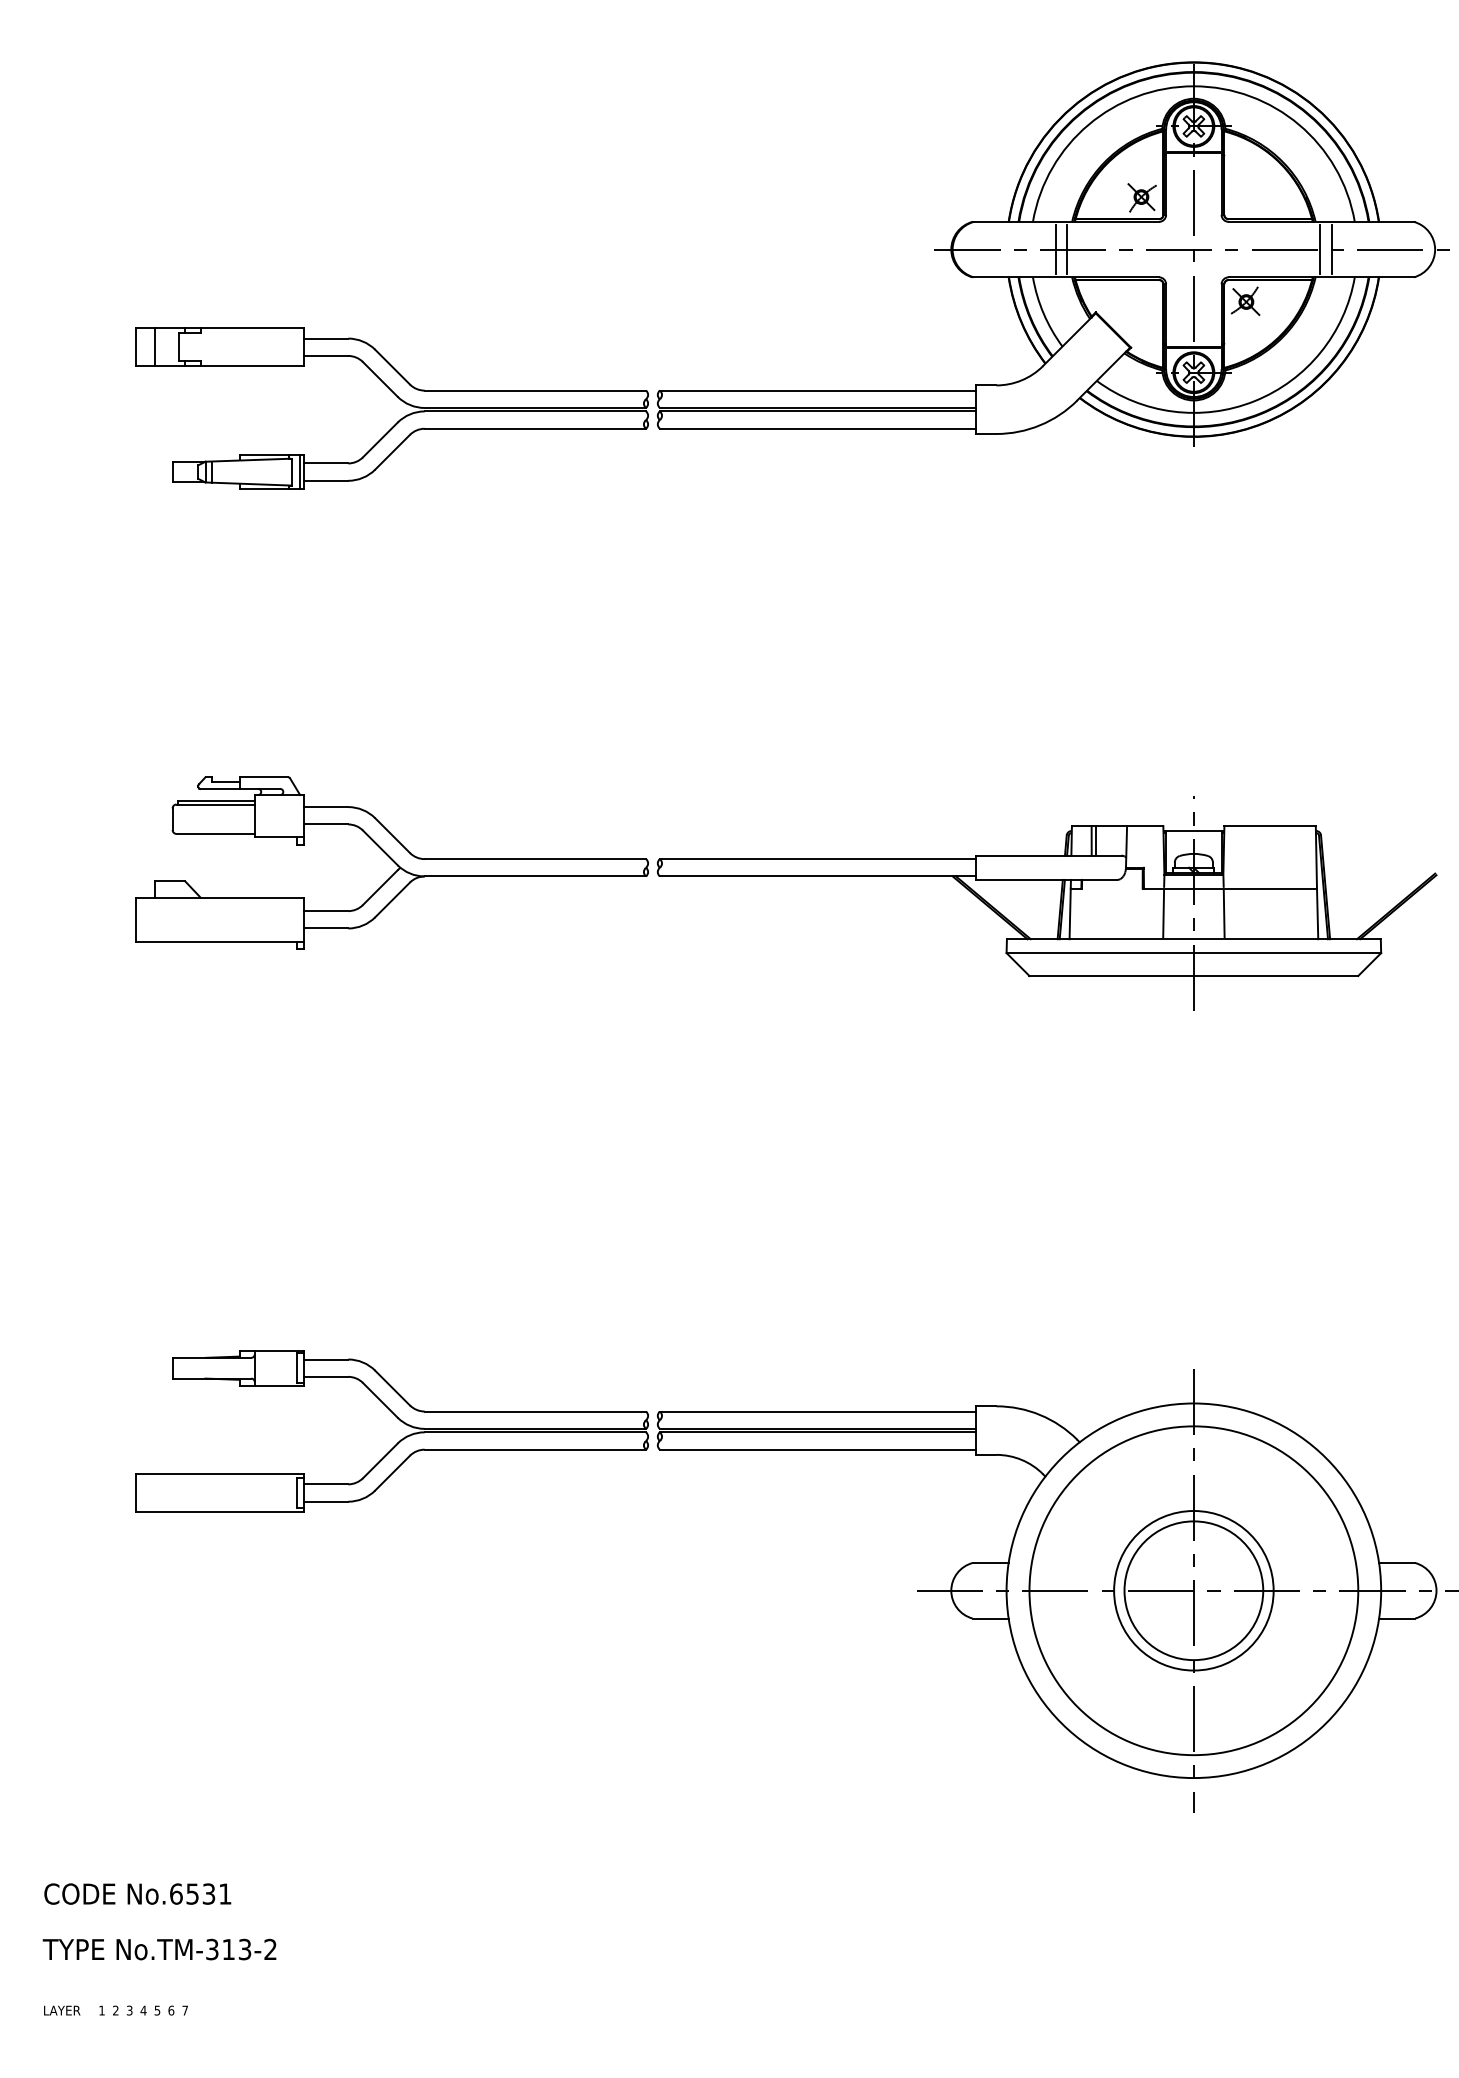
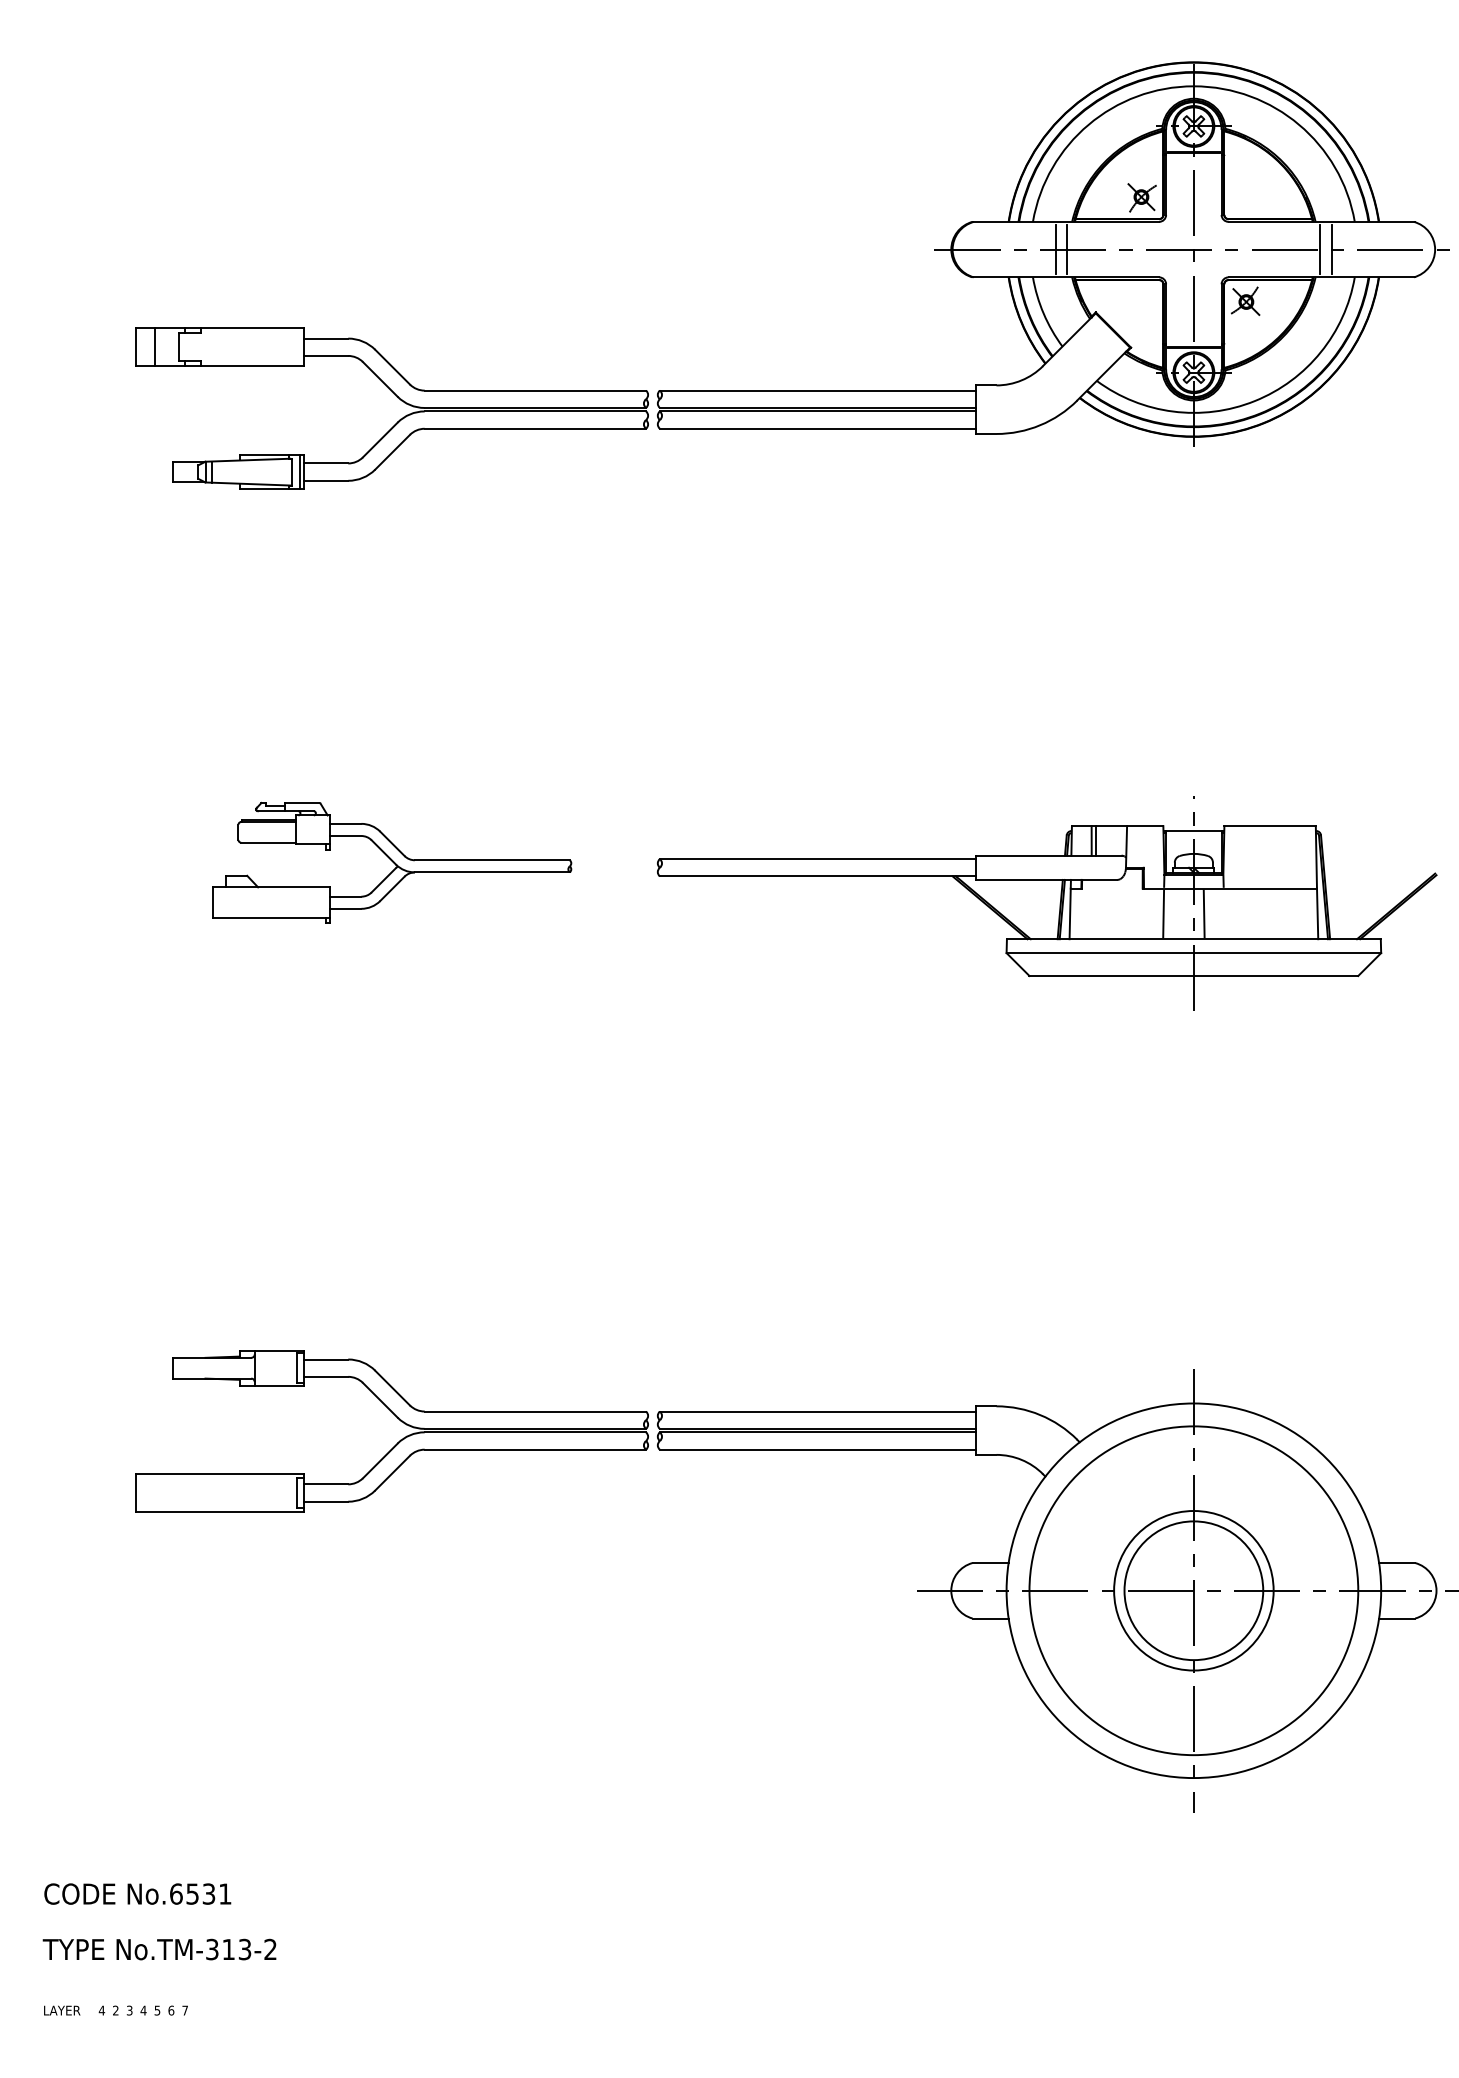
part at (391, 862) size: 514x174 px -> 361x123 px
line at (1223, 913) position: (1223, 913) -> (1203, 913)
text at (101, 2010): 1 -> 4
